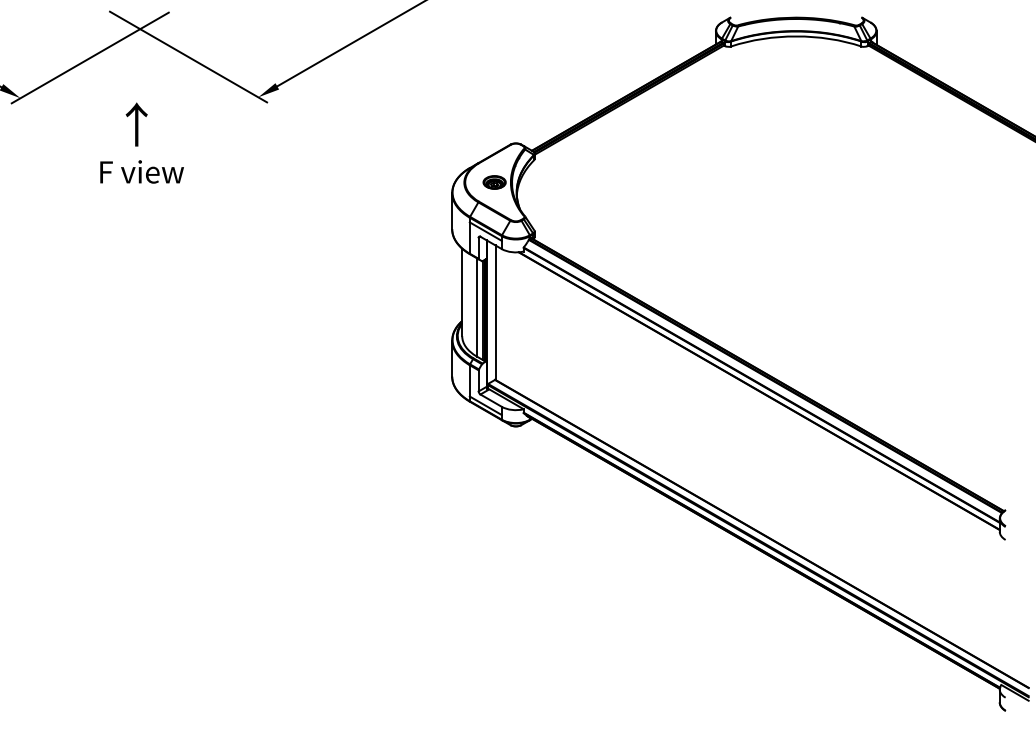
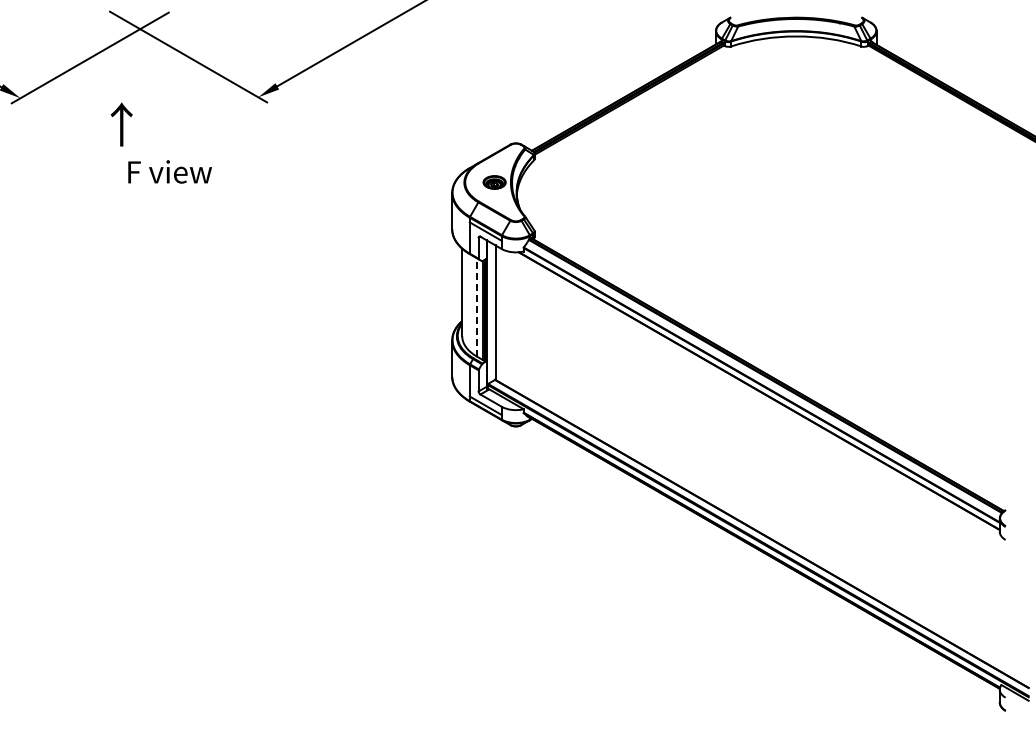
text at (136, 124) position: (136, 124) -> (121, 124)
text at (141, 171) position: (141, 171) -> (169, 171)
line at (476, 306): solid -> dashed
